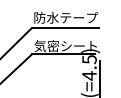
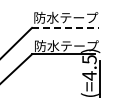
line at (65, 27): solid -> dashed
text at (66, 45): 気密シート -> 防水テープ
